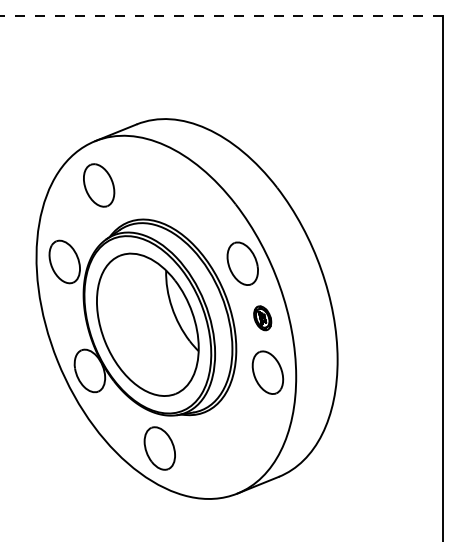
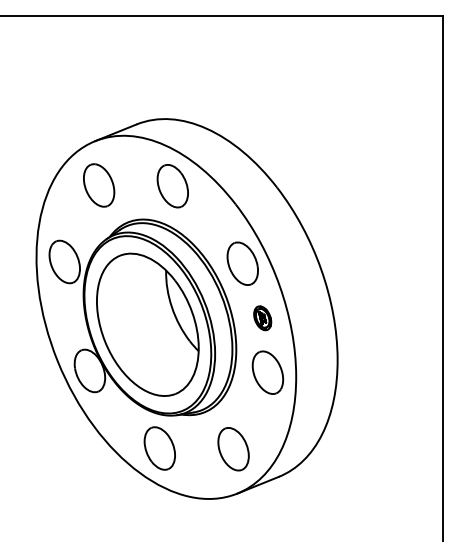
line at (221, 16): dashed -> solid
part at (172, 186): none -> present
part at (233, 449): none -> present
